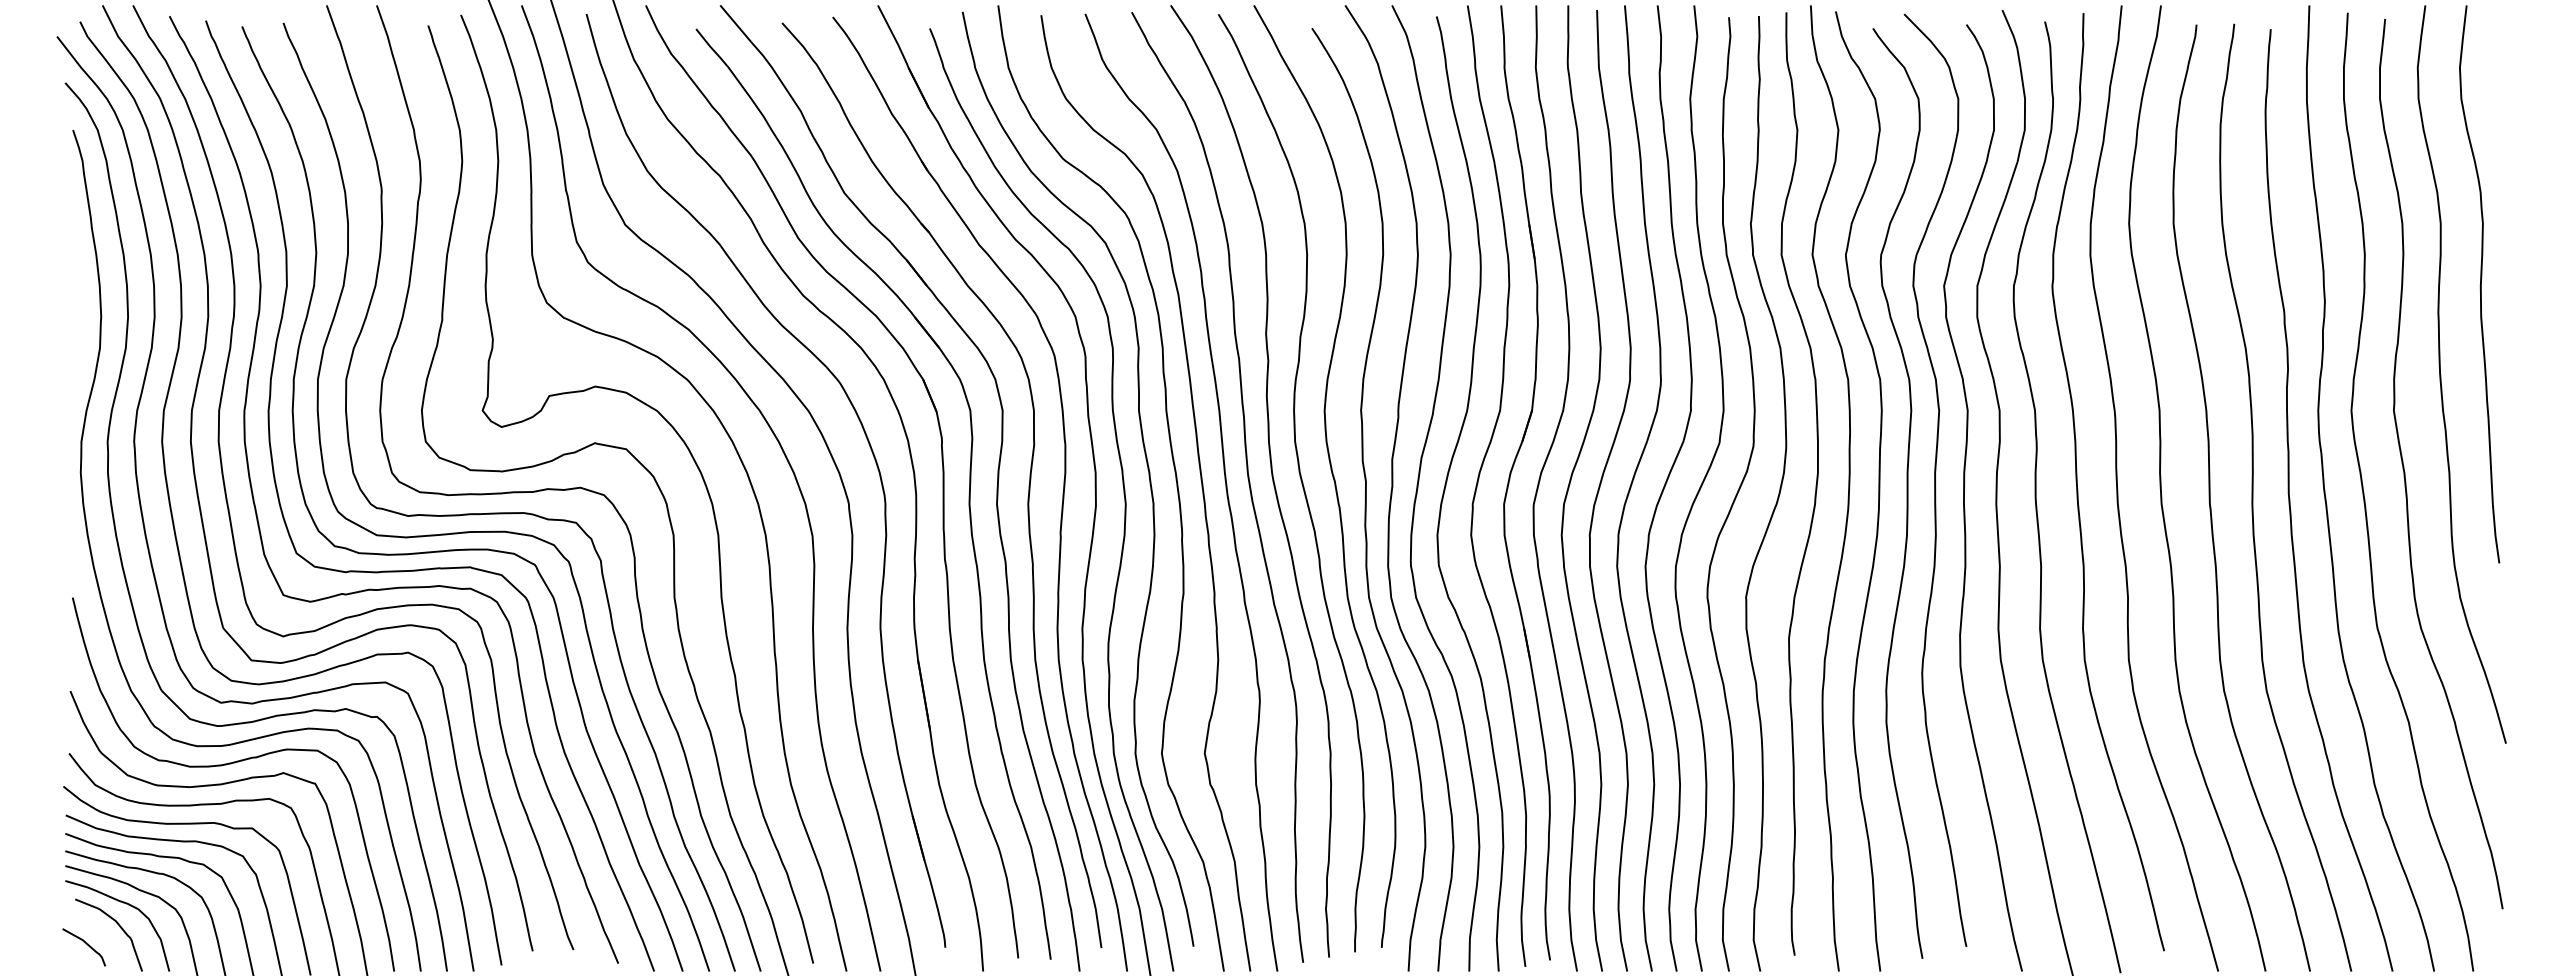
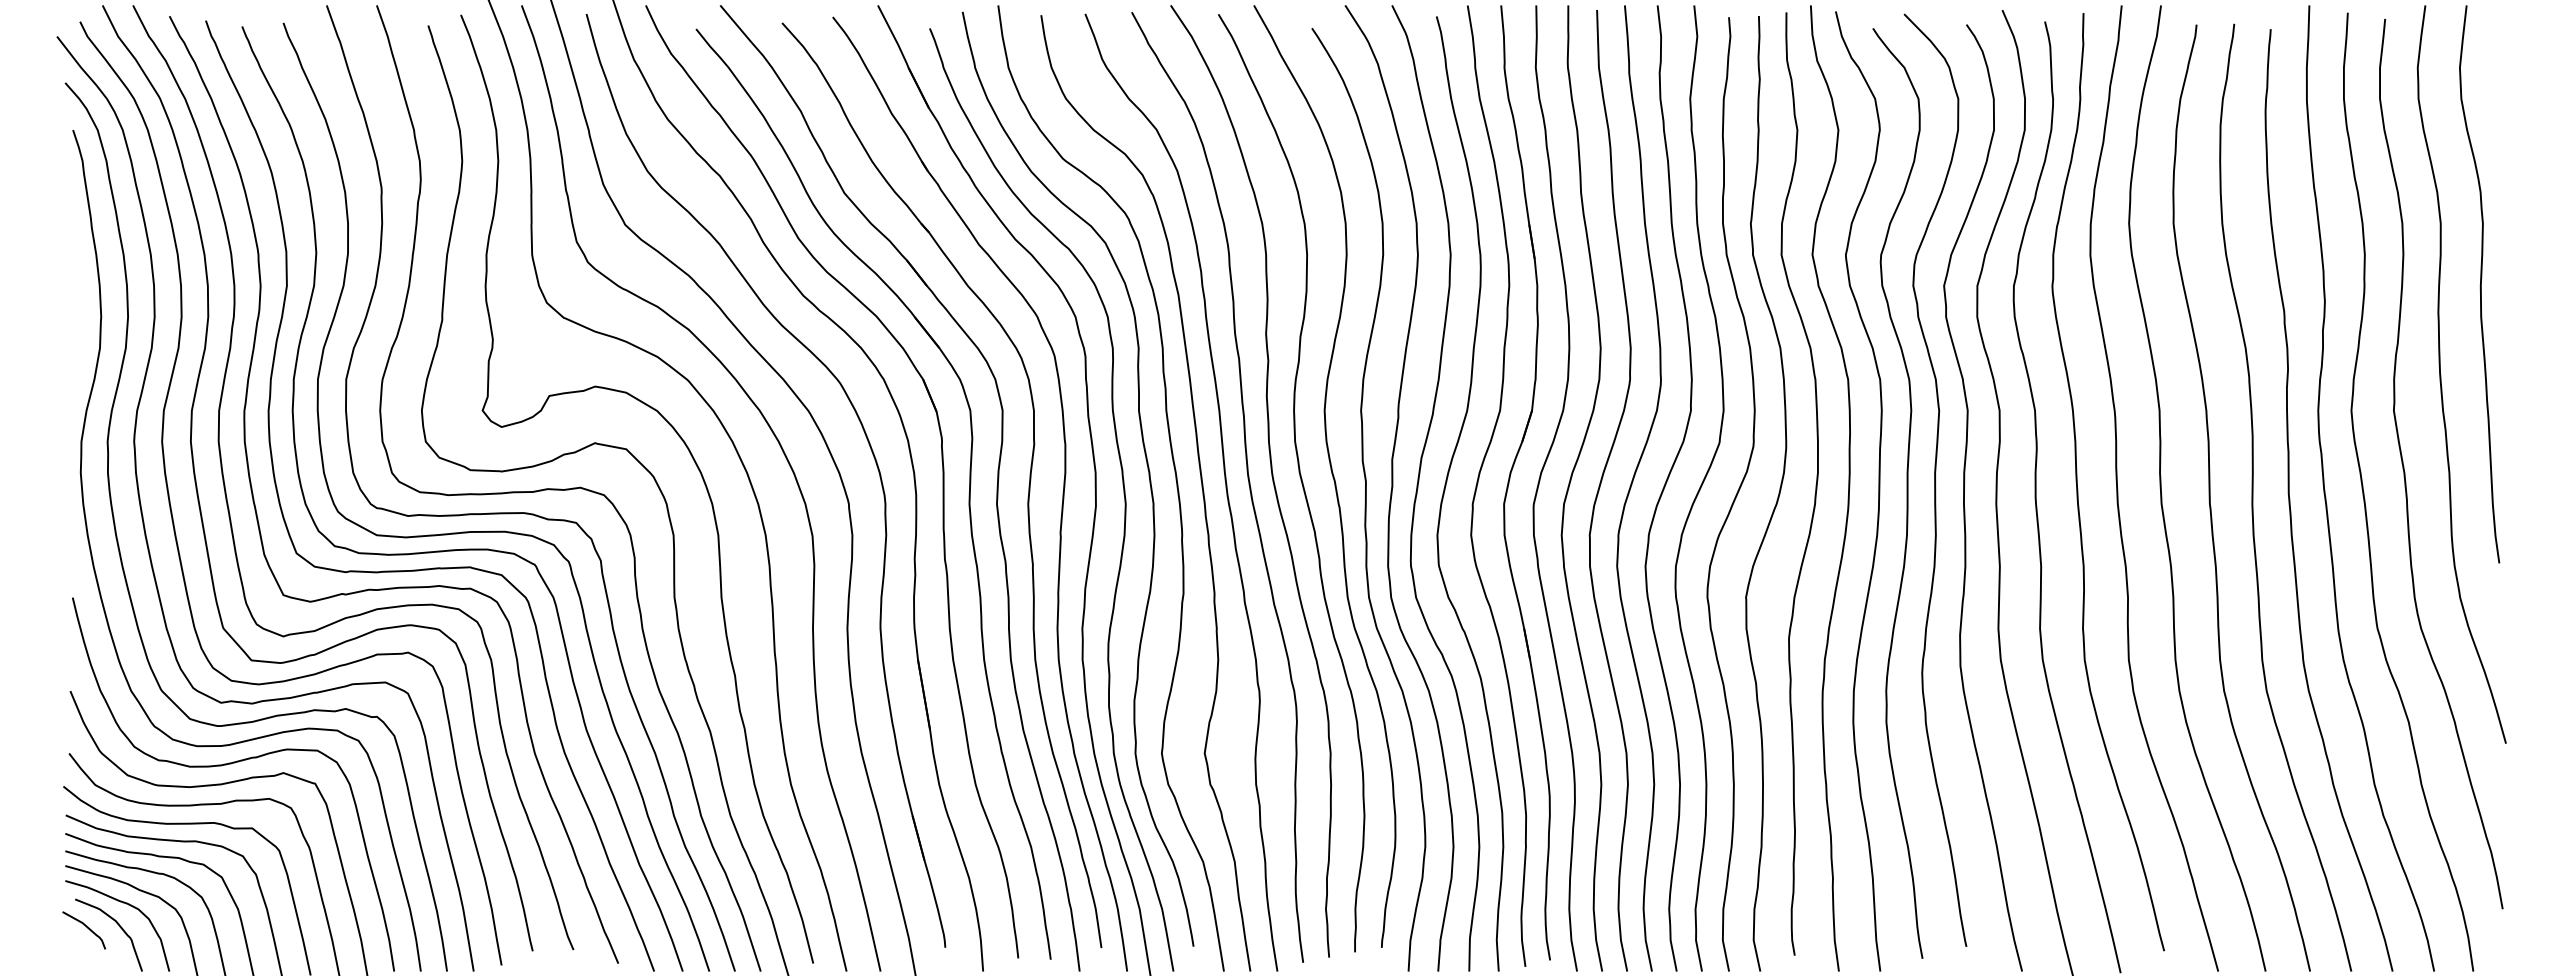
curve at (86, 944) position: (86, 944) -> (86, 927)
